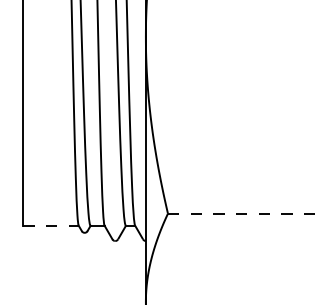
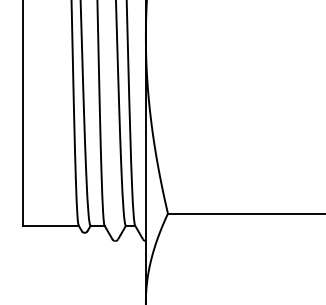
line at (246, 213): dashed -> solid
line at (51, 225): dashed -> solid
